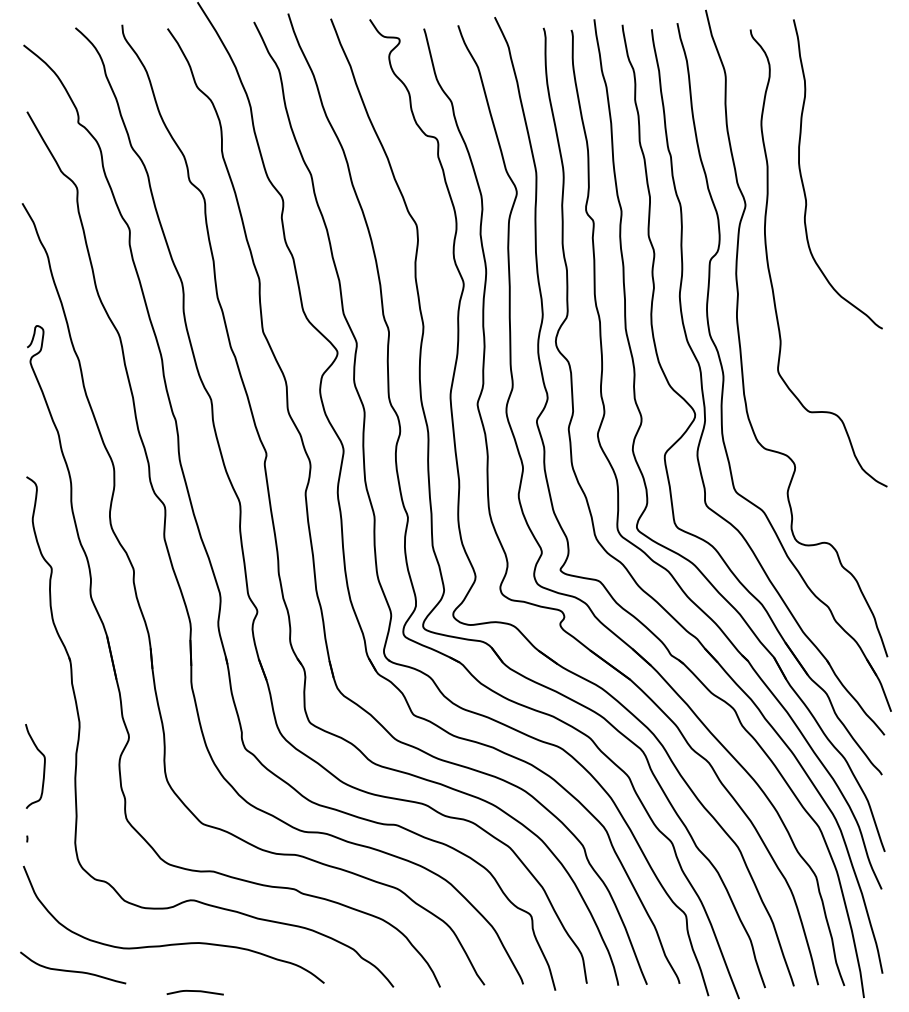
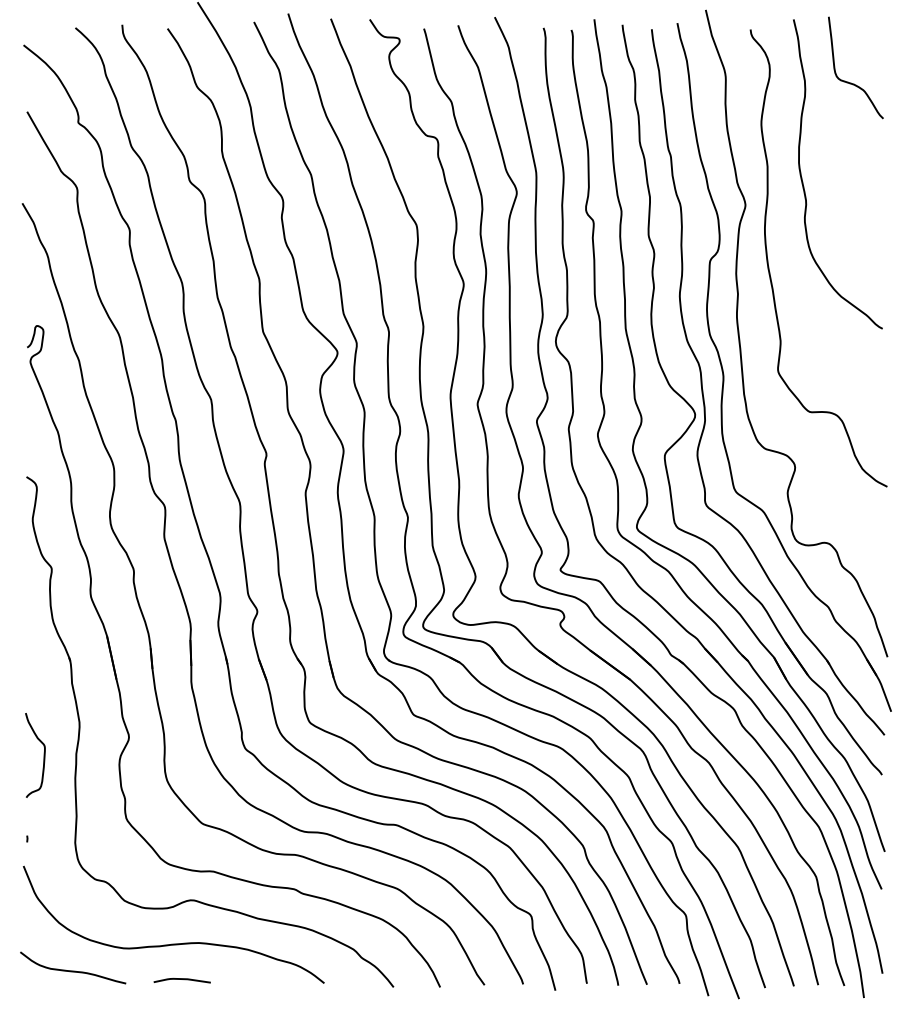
curve at (851, 82): none -> present
curve at (43, 766) position: (43, 766) -> (43, 755)
curve at (194, 991) position: (194, 991) -> (181, 979)
